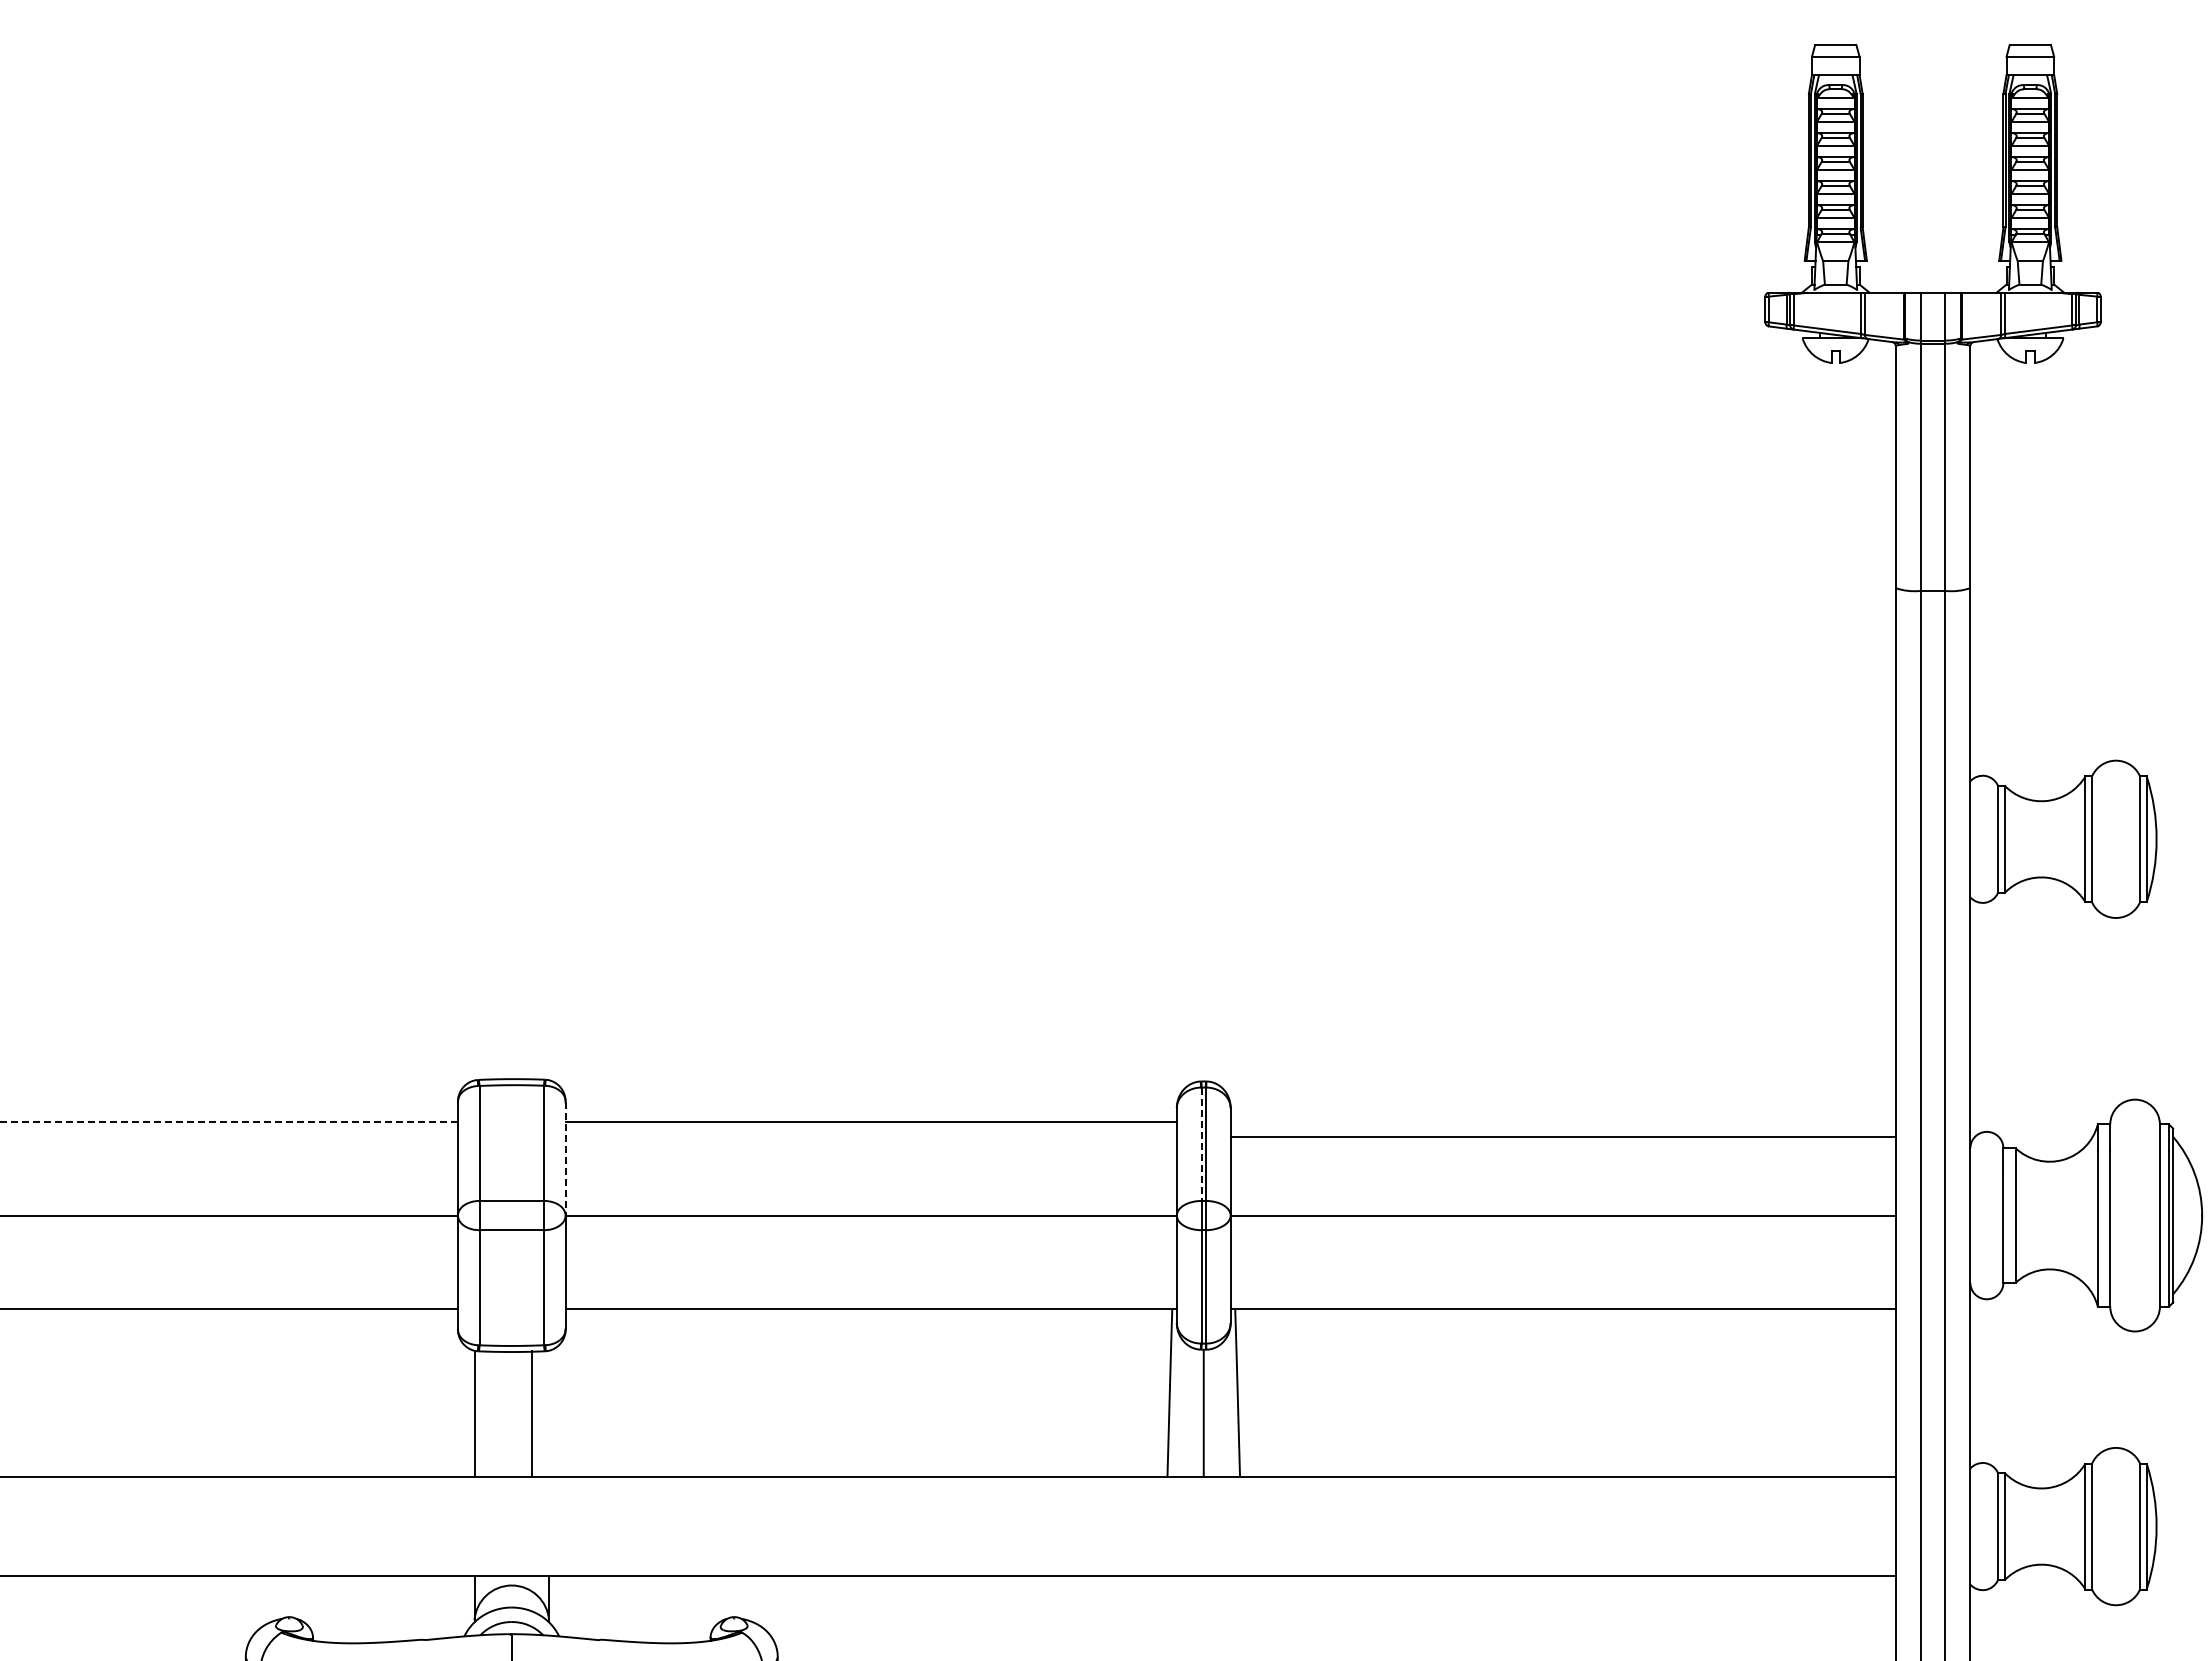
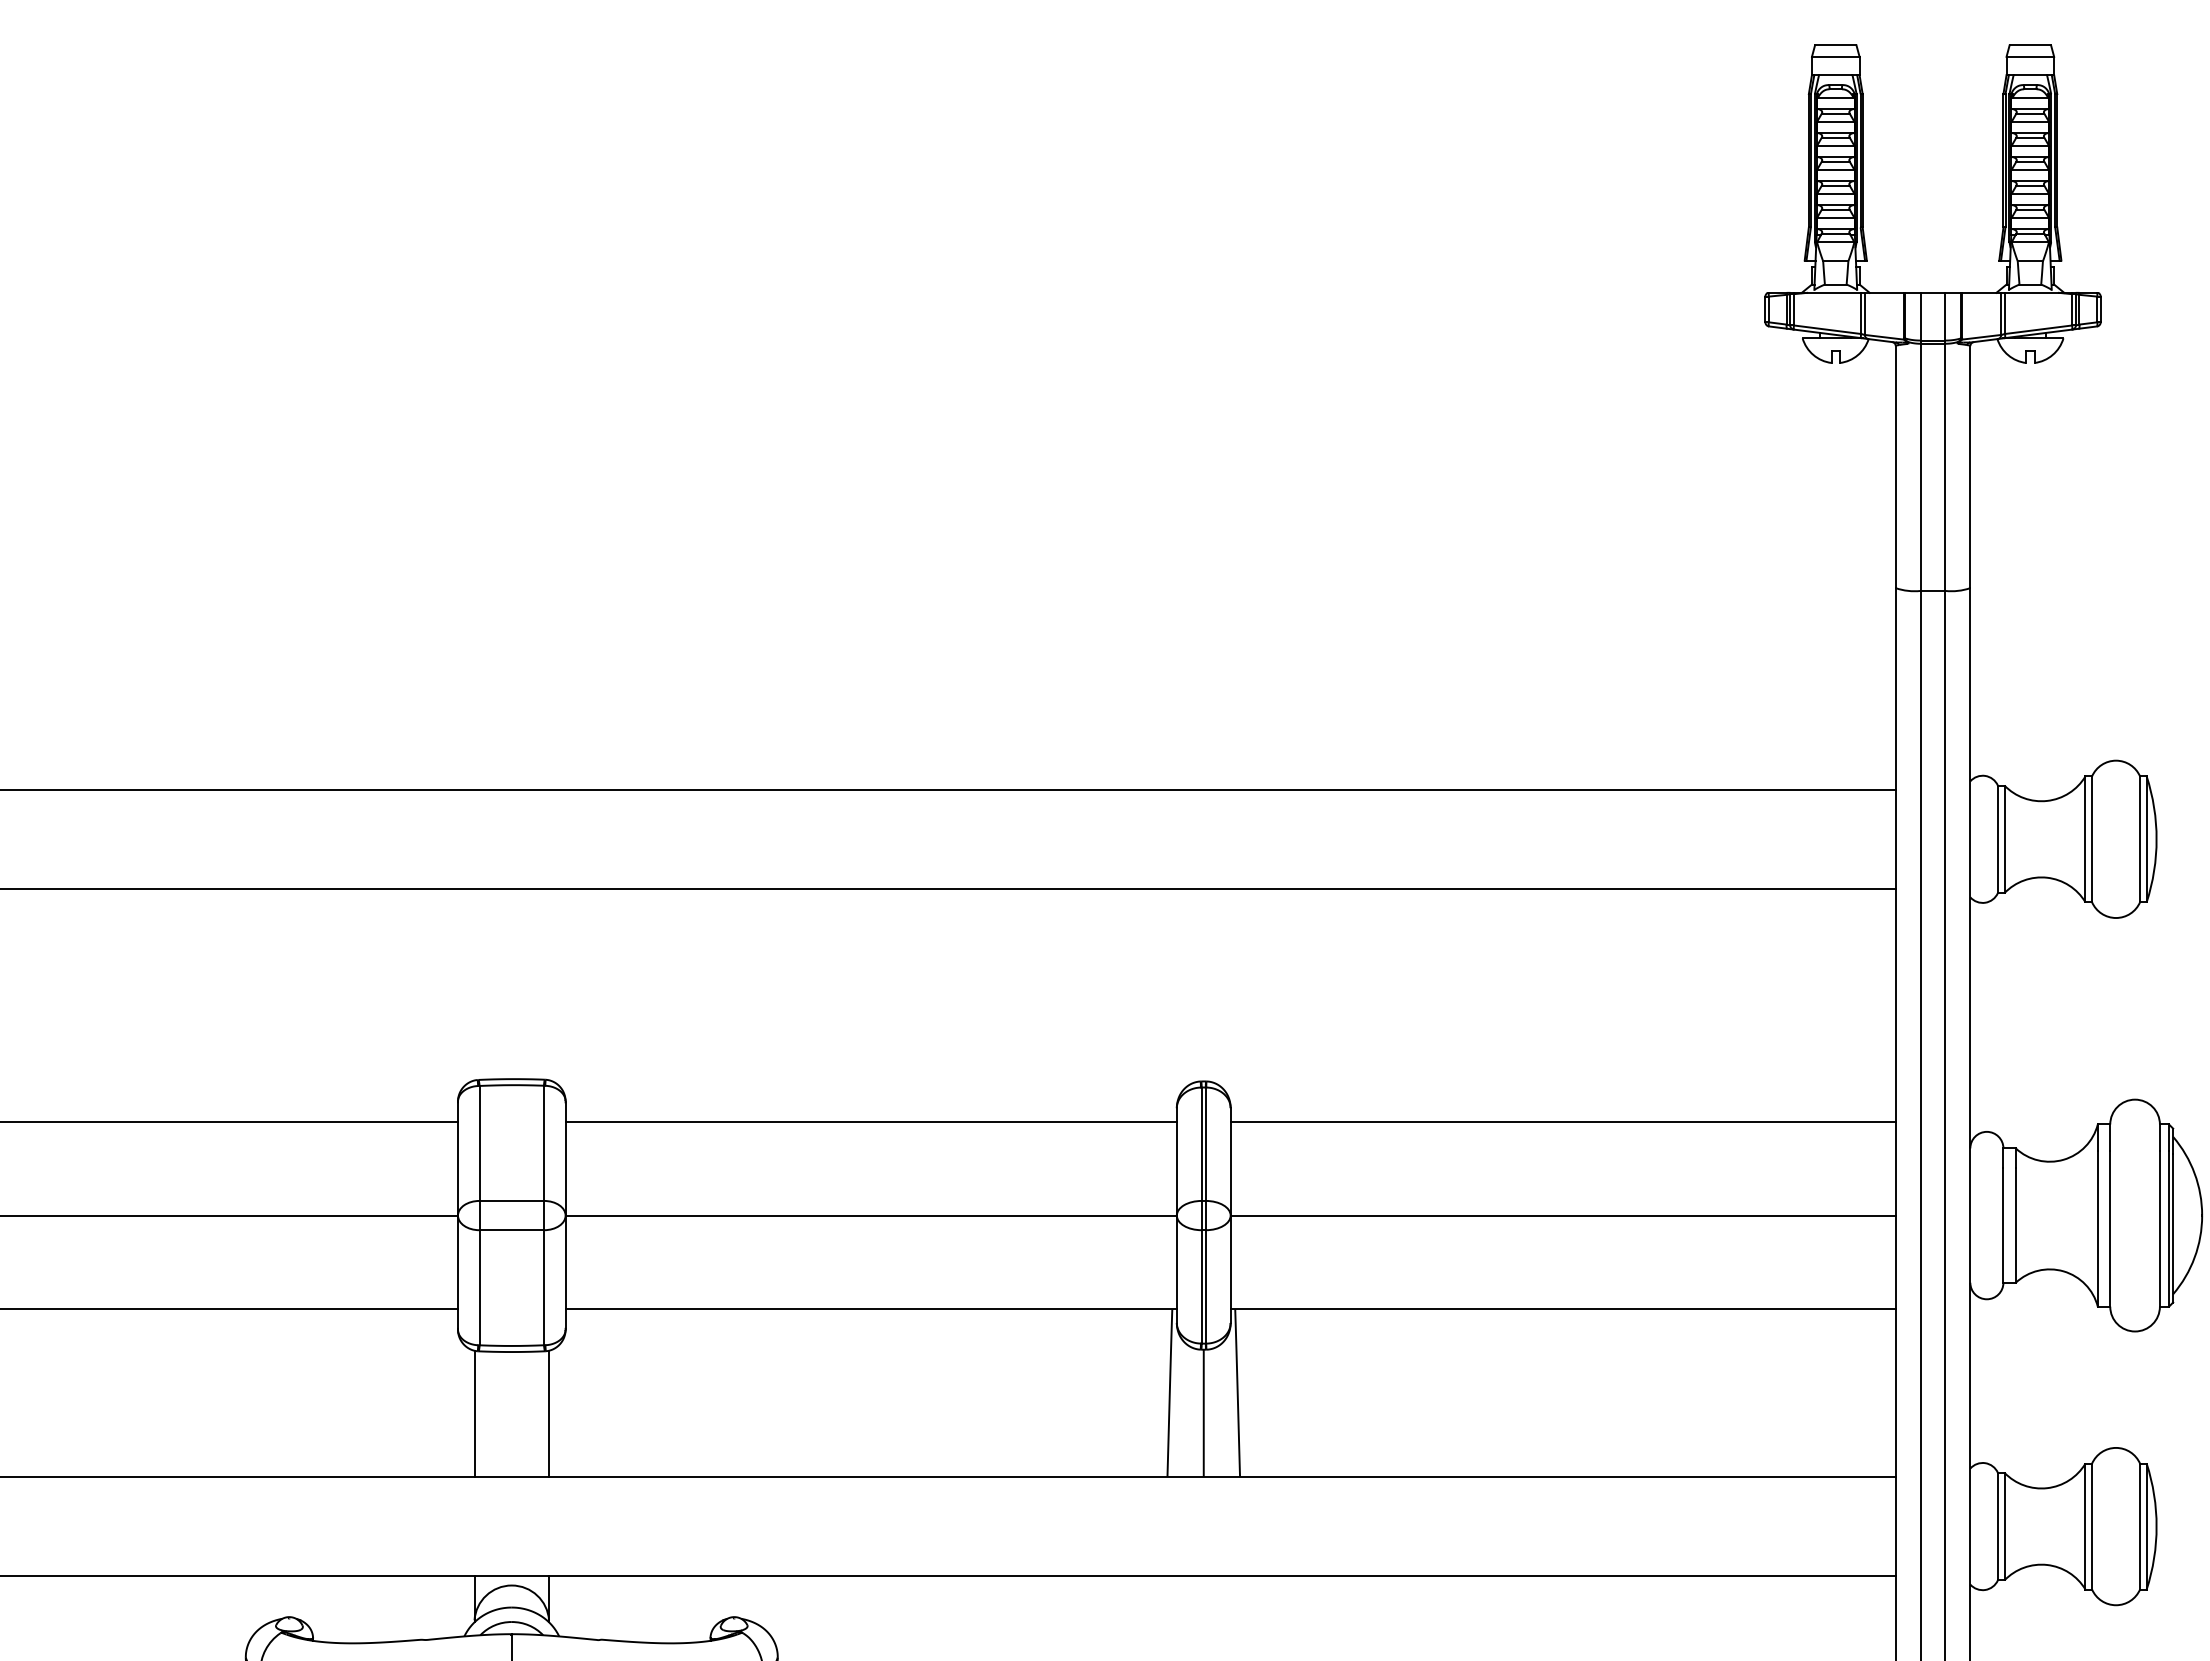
line at (948, 789): none -> present
line at (948, 889): none -> present
line at (229, 1121): dashed -> solid
line at (1562, 1136) position: (1562, 1136) -> (1562, 1121)
line at (1201, 1144): dashed -> solid
line at (565, 1158): dashed -> solid
line at (532, 1413) position: (532, 1413) -> (549, 1413)
